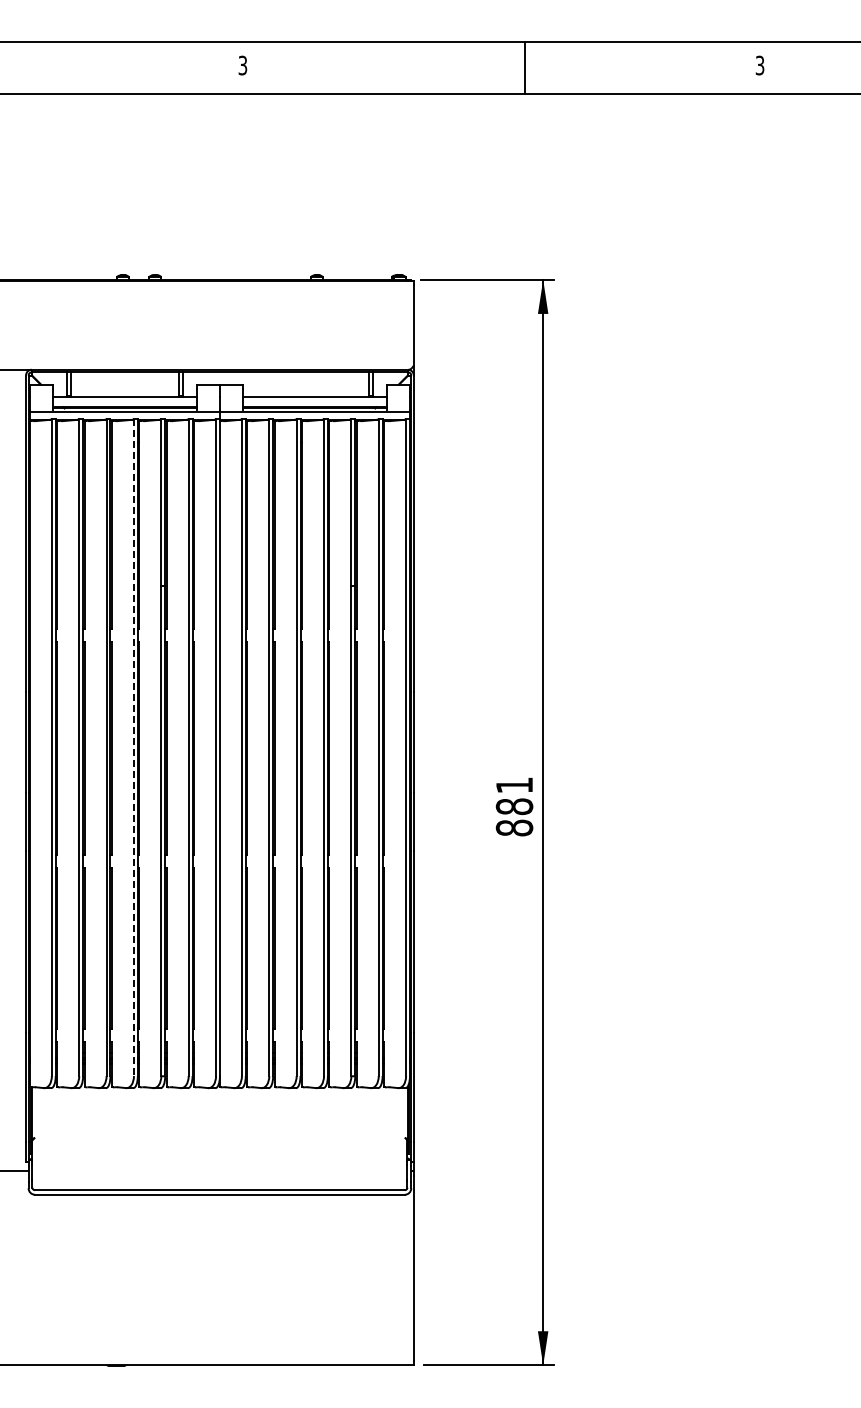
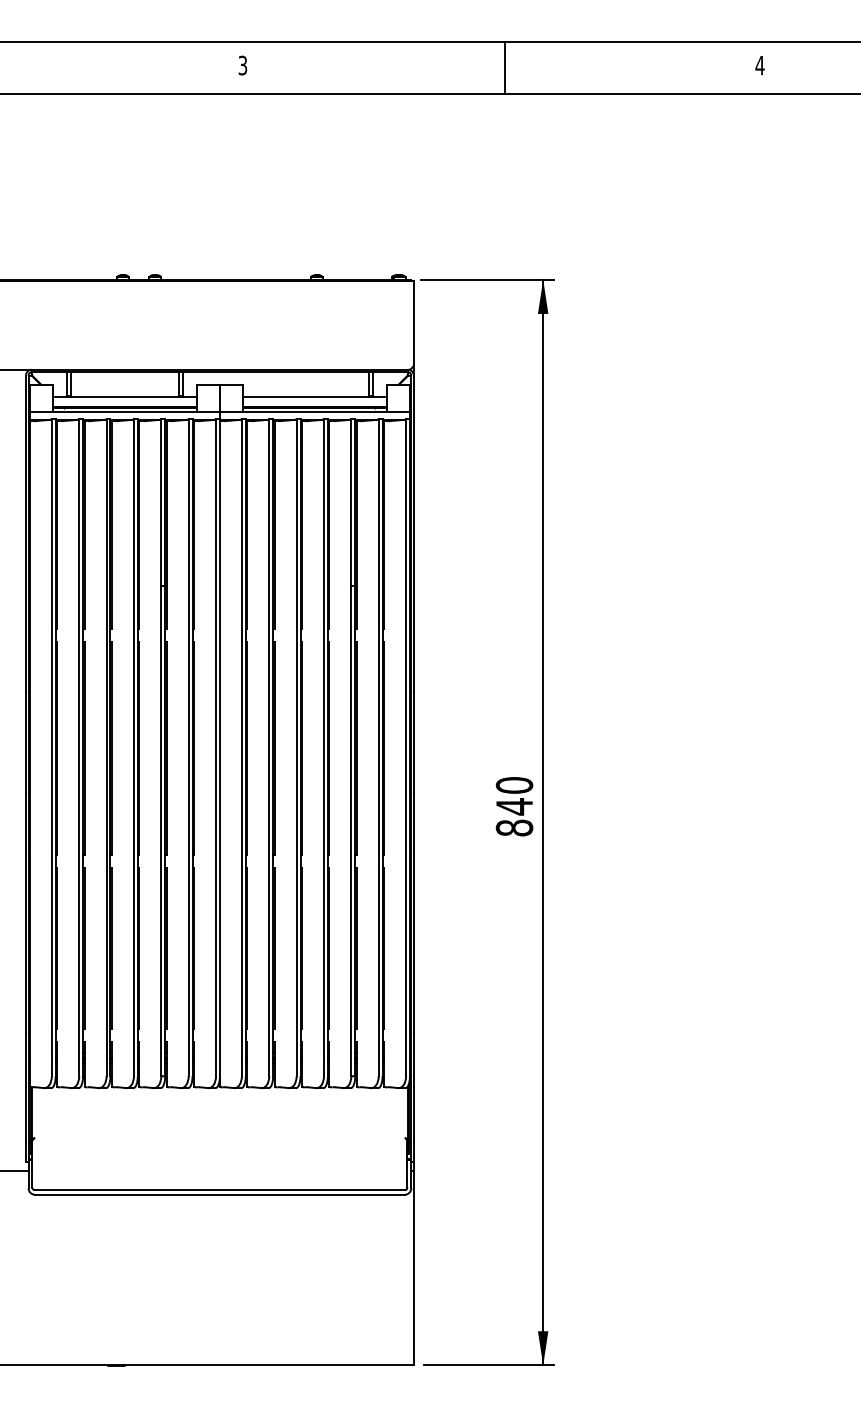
text at (759, 65): 3 -> 4
line at (524, 67) position: (524, 67) -> (504, 67)
line at (133, 747): dashed -> solid
text at (514, 796): 881 -> 840
